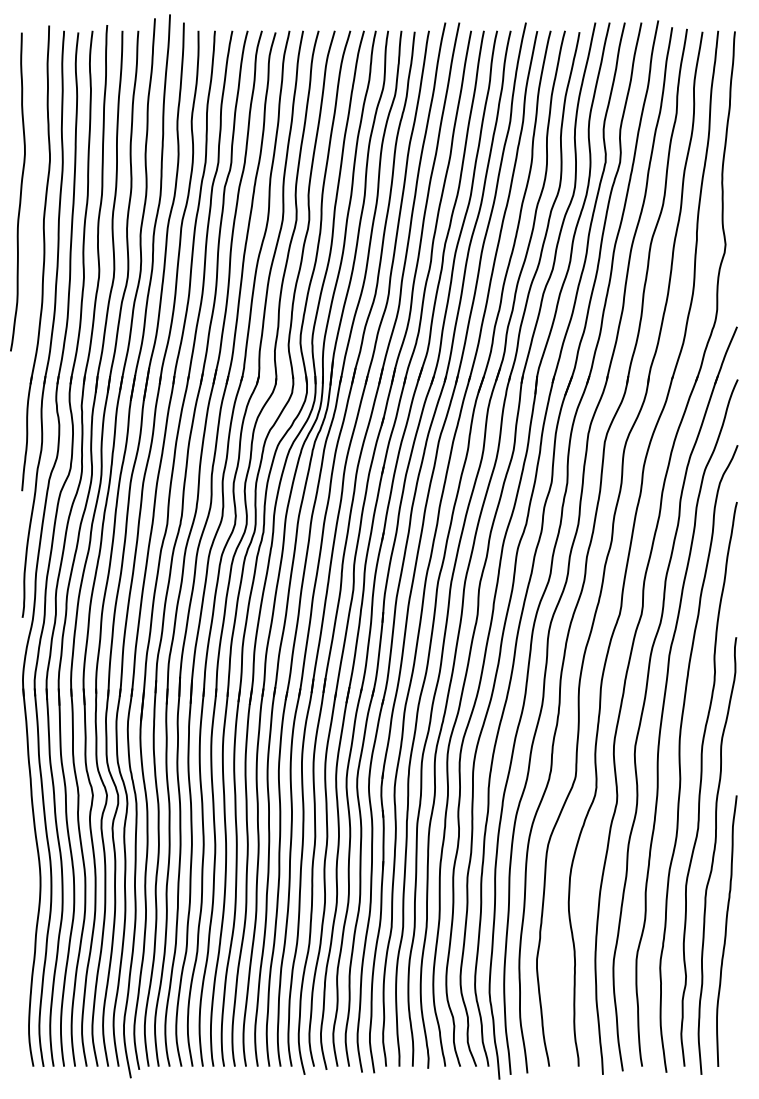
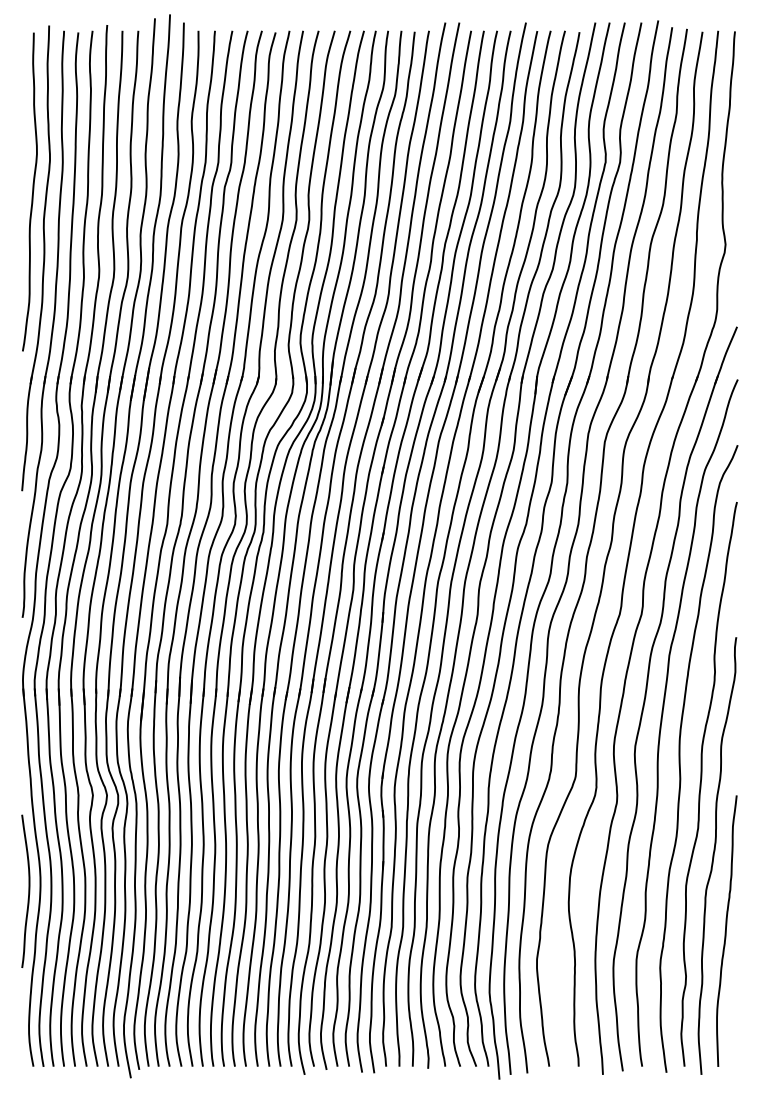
curve at (20, 191) position: (20, 191) -> (32, 191)
curve at (28, 890): none -> present
